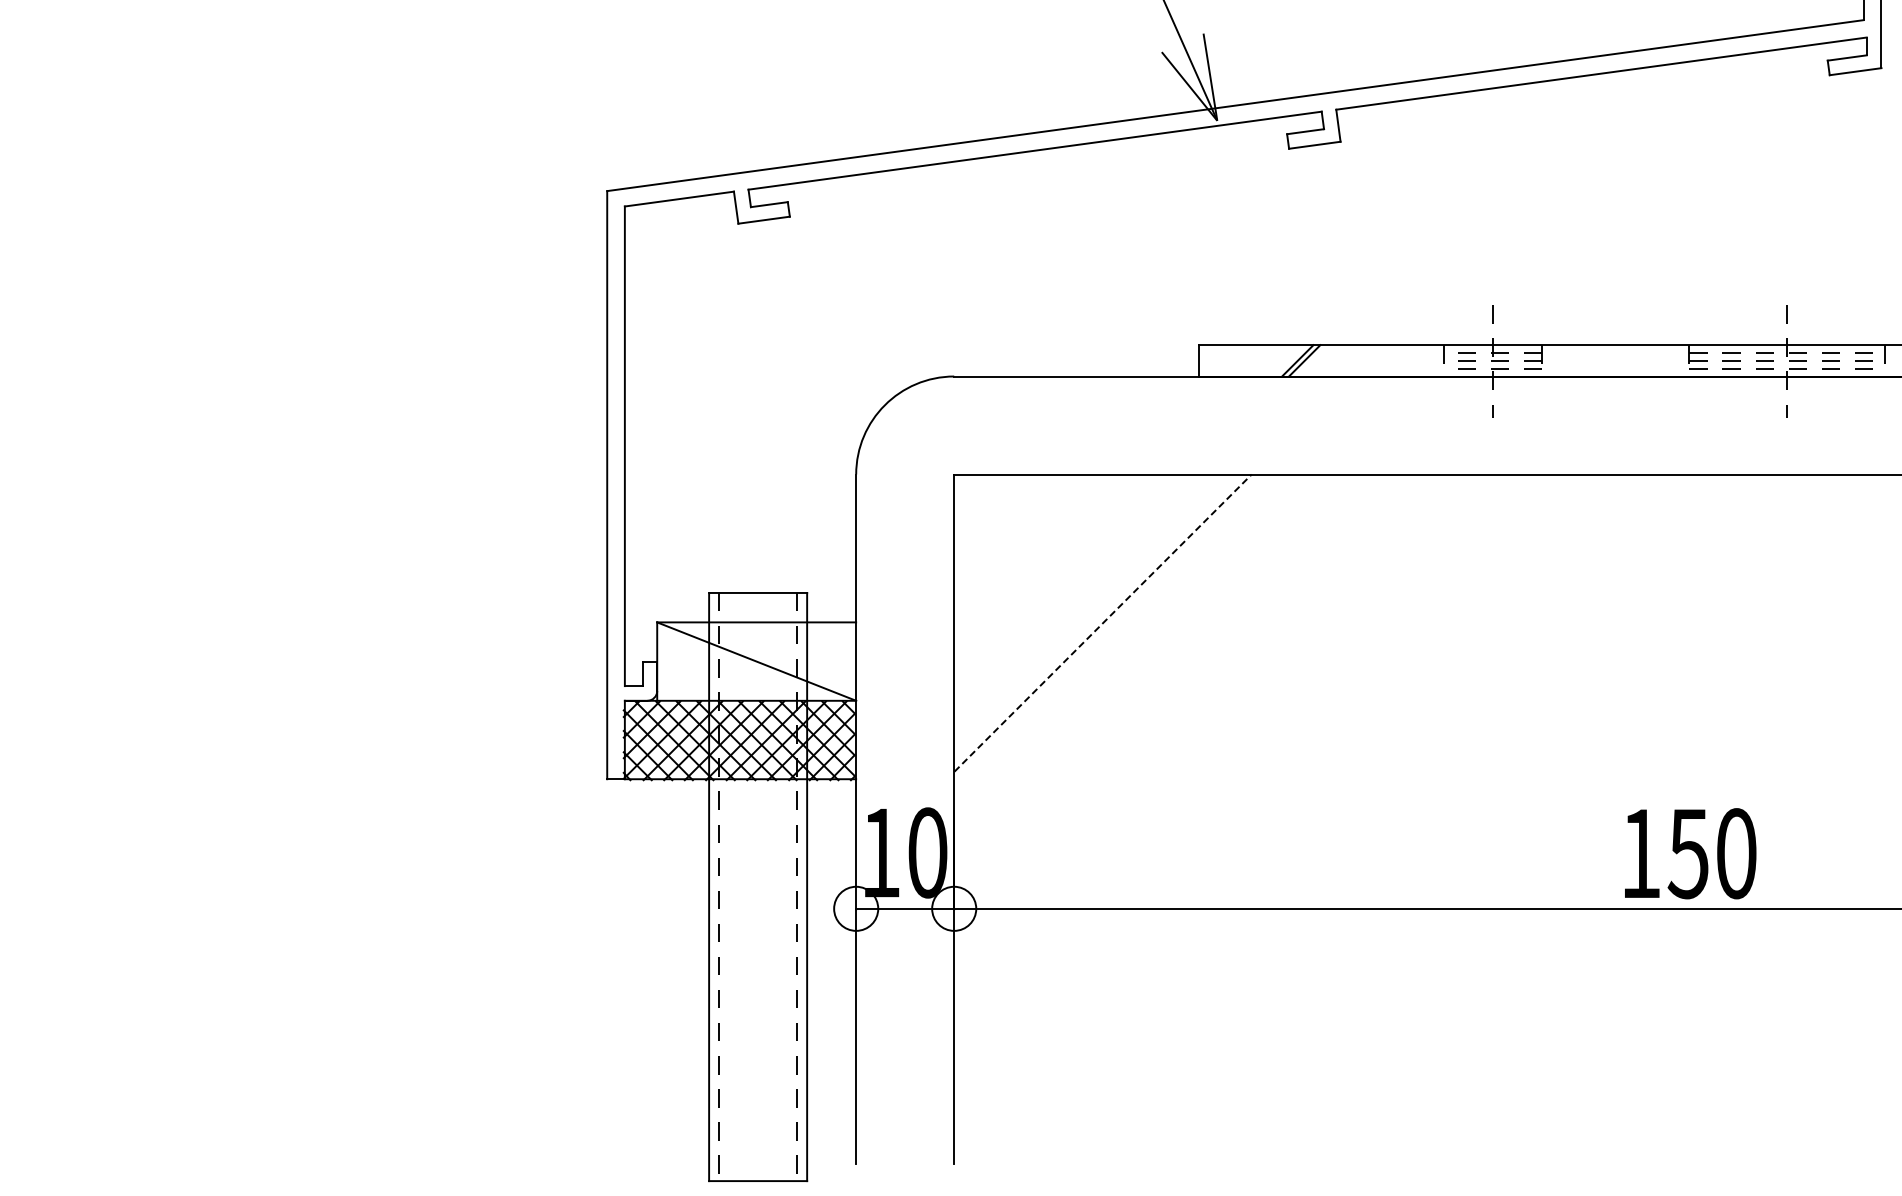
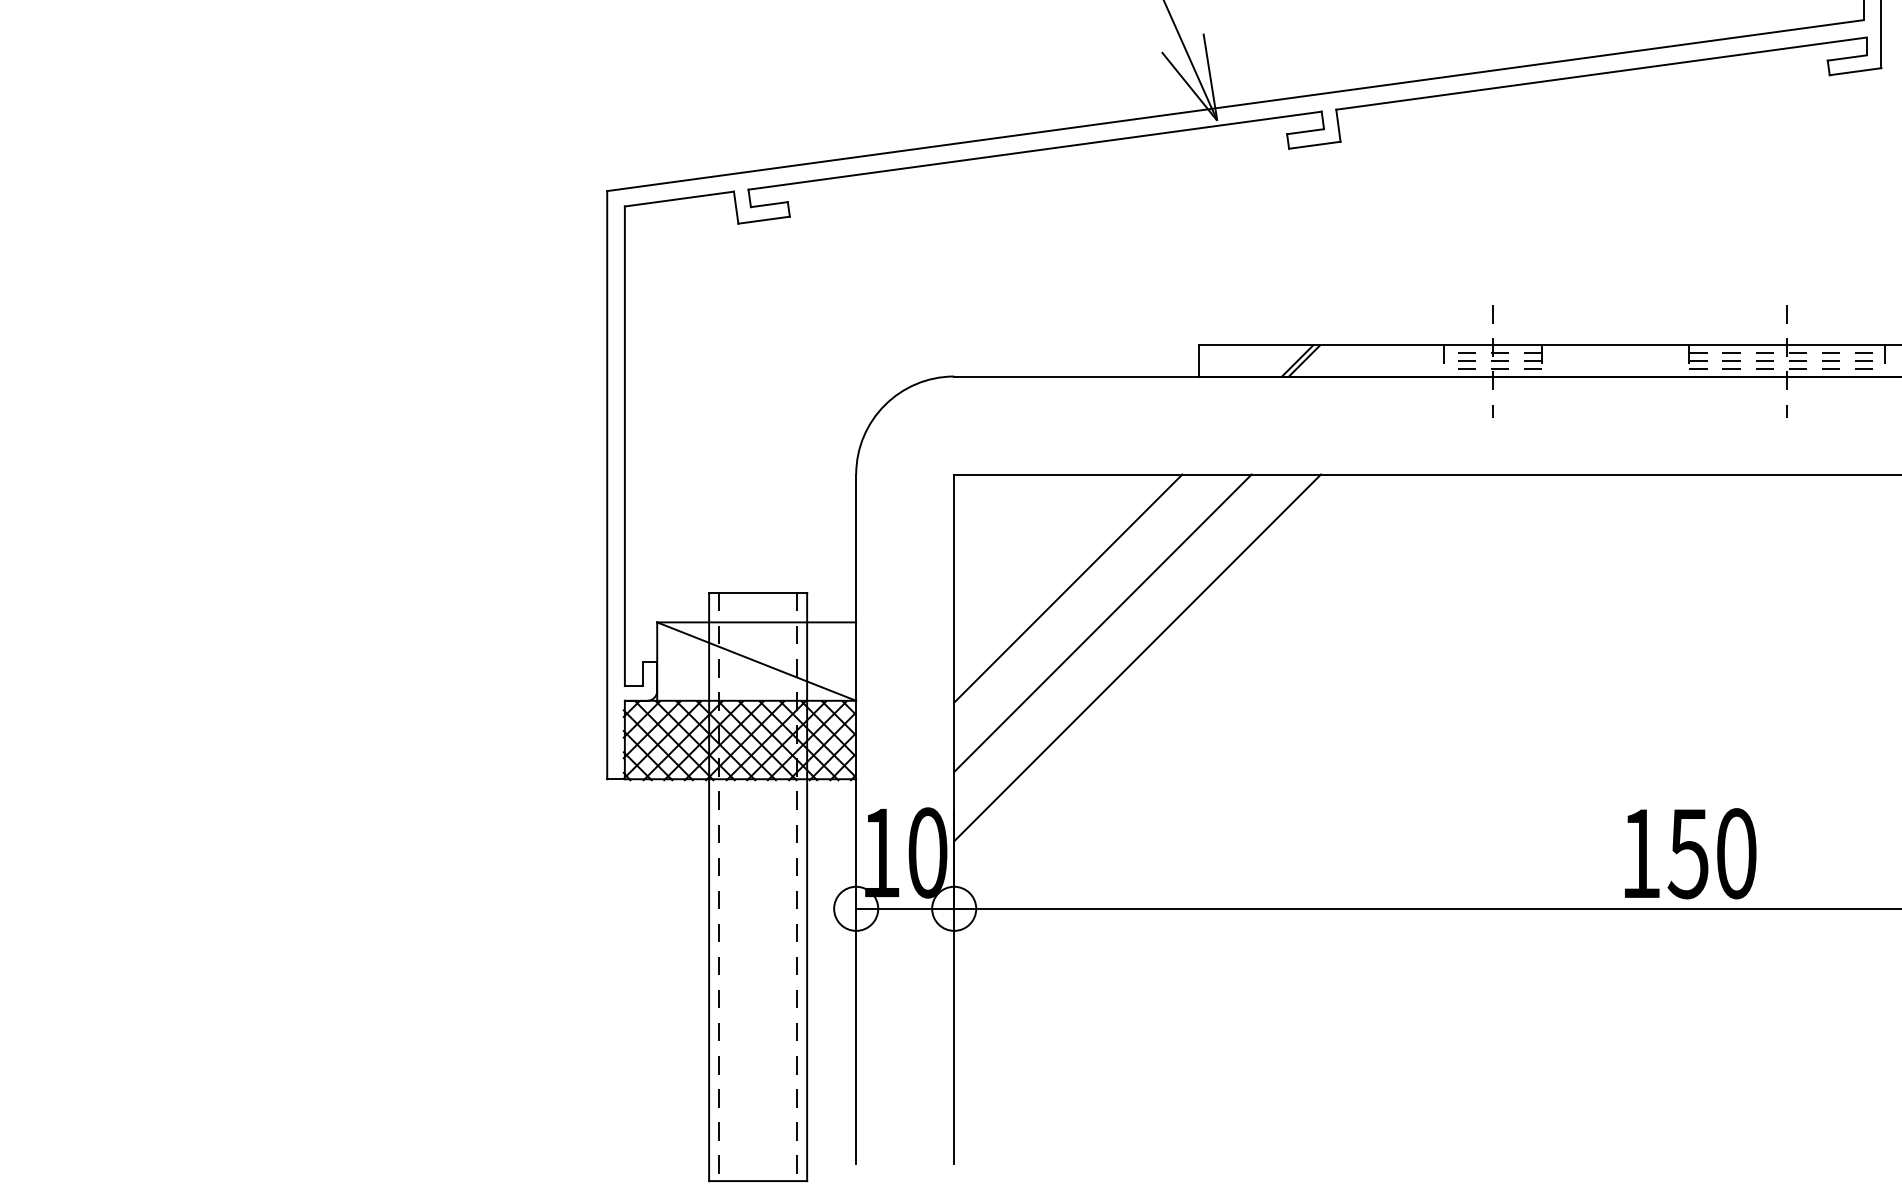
line at (1068, 588): none -> present
line at (1103, 622): dashed -> solid
line at (1137, 657): none -> present
